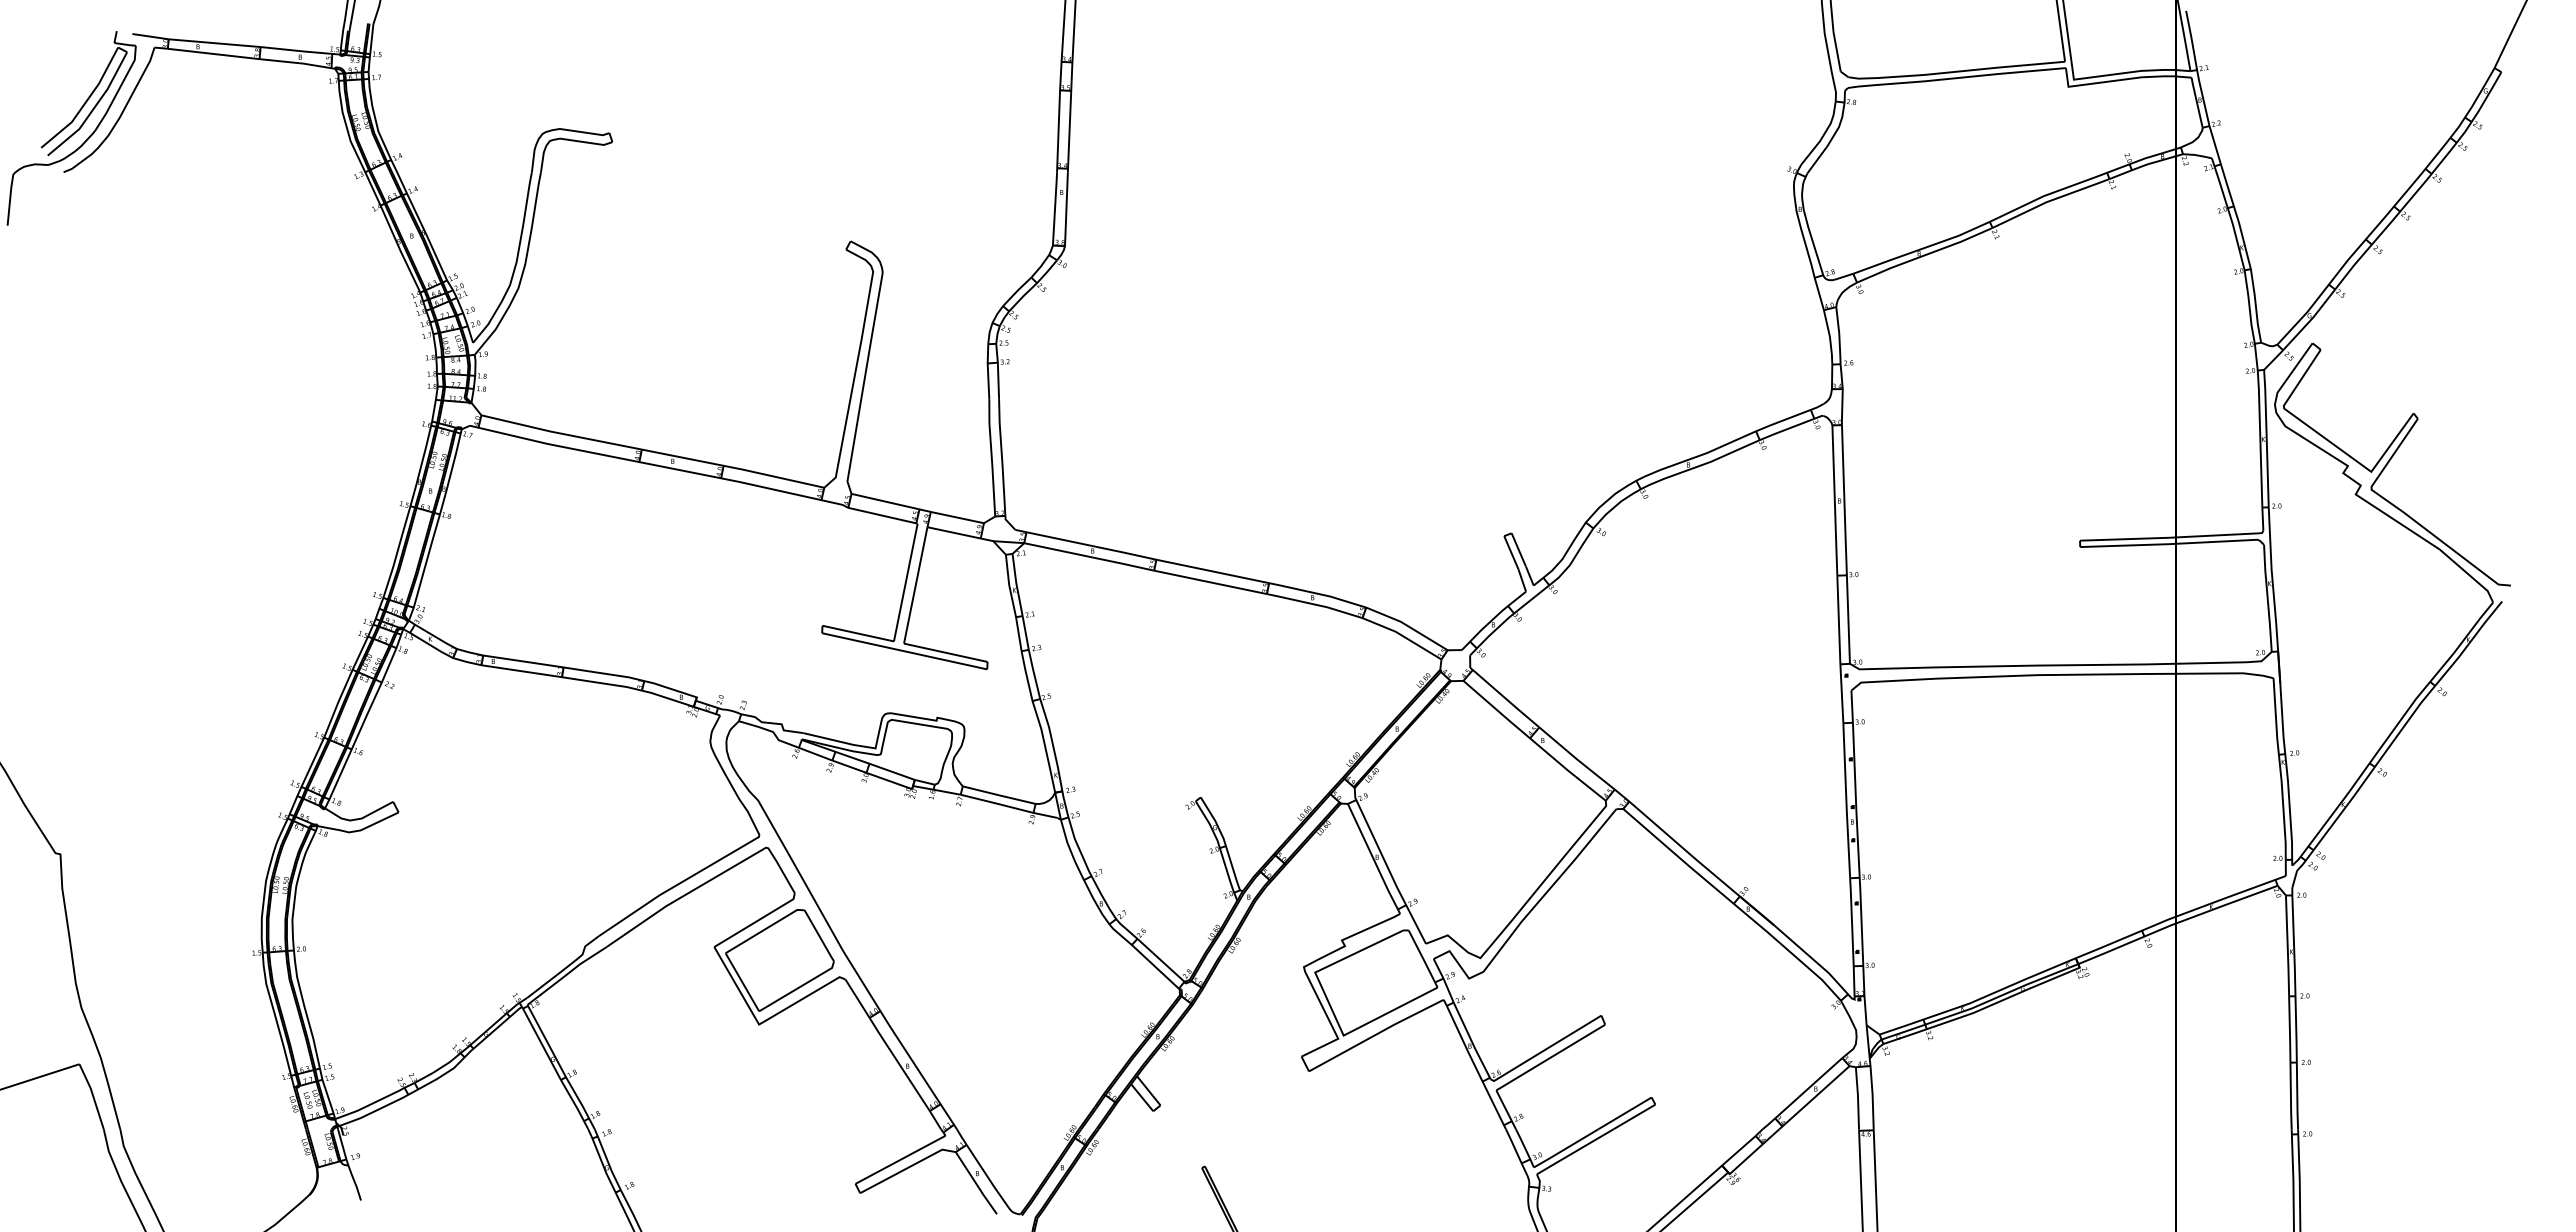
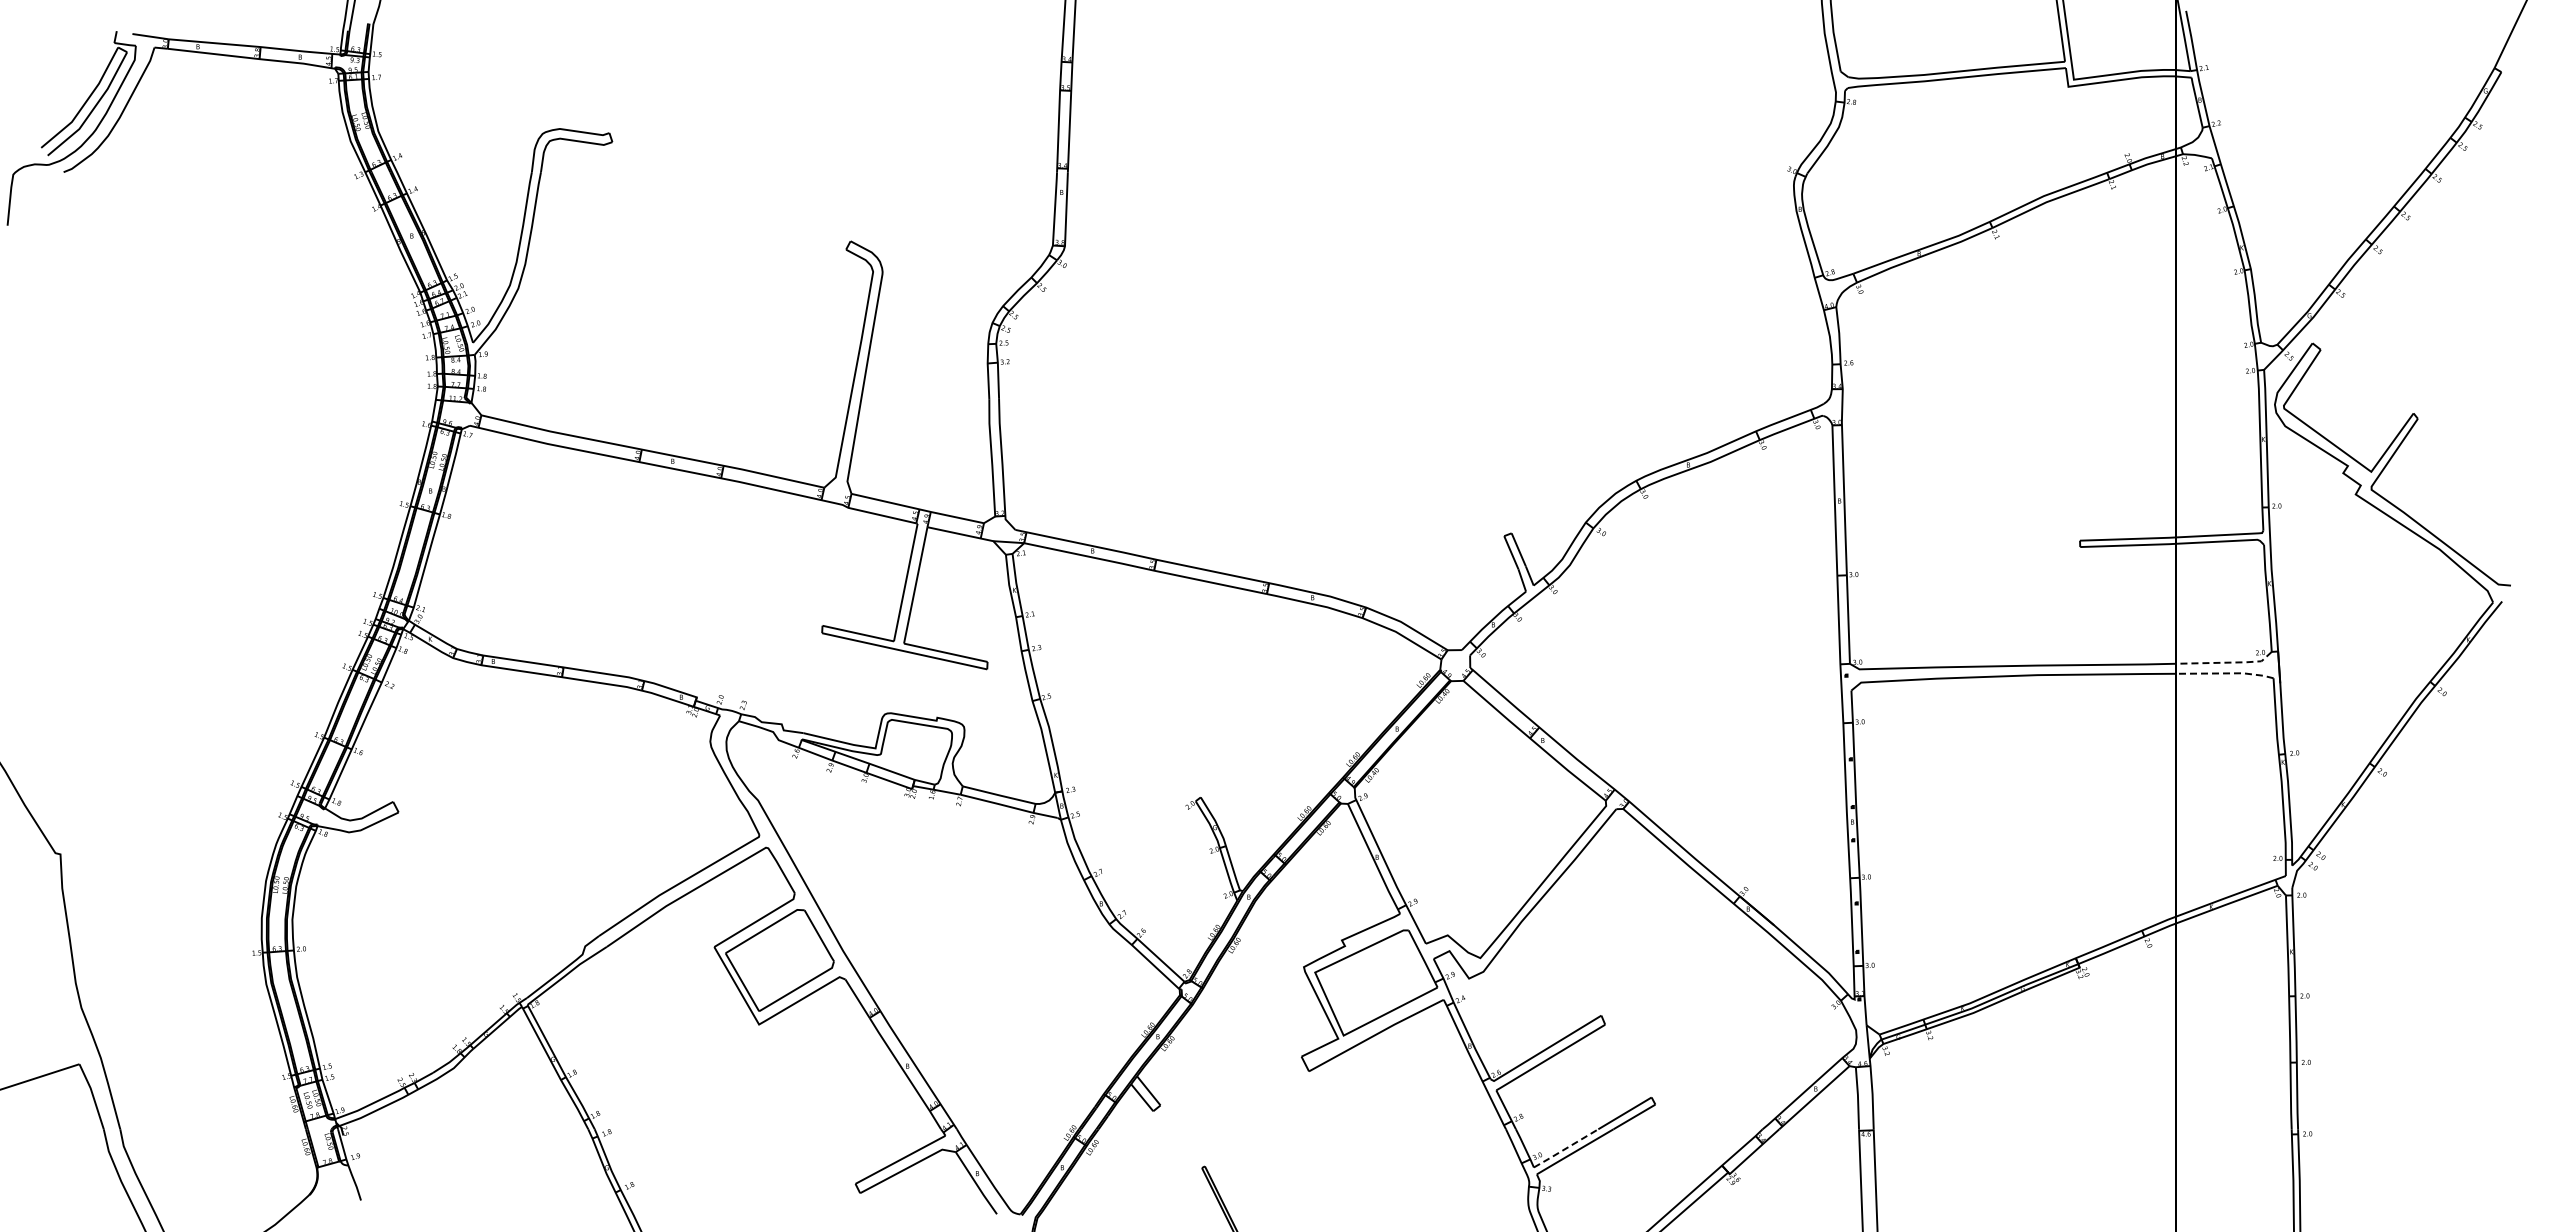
line at (2226, 662): solid -> dashed
line at (2226, 673): solid -> dashed
line at (1566, 1148): solid -> dashed
